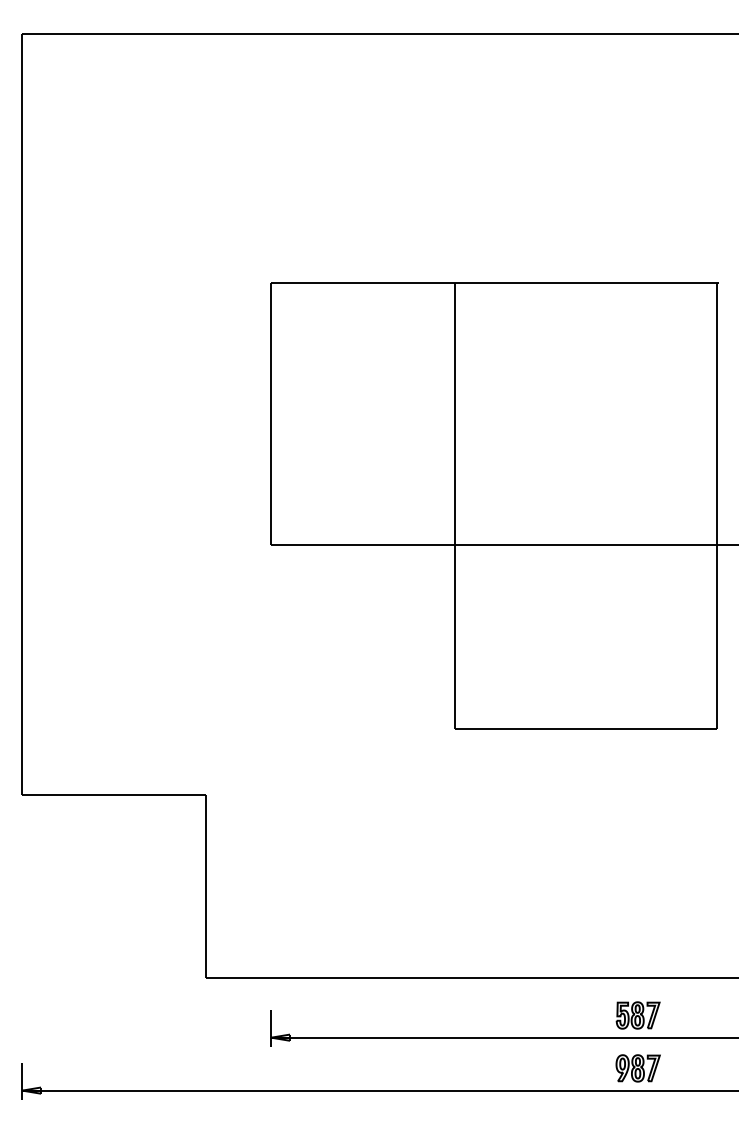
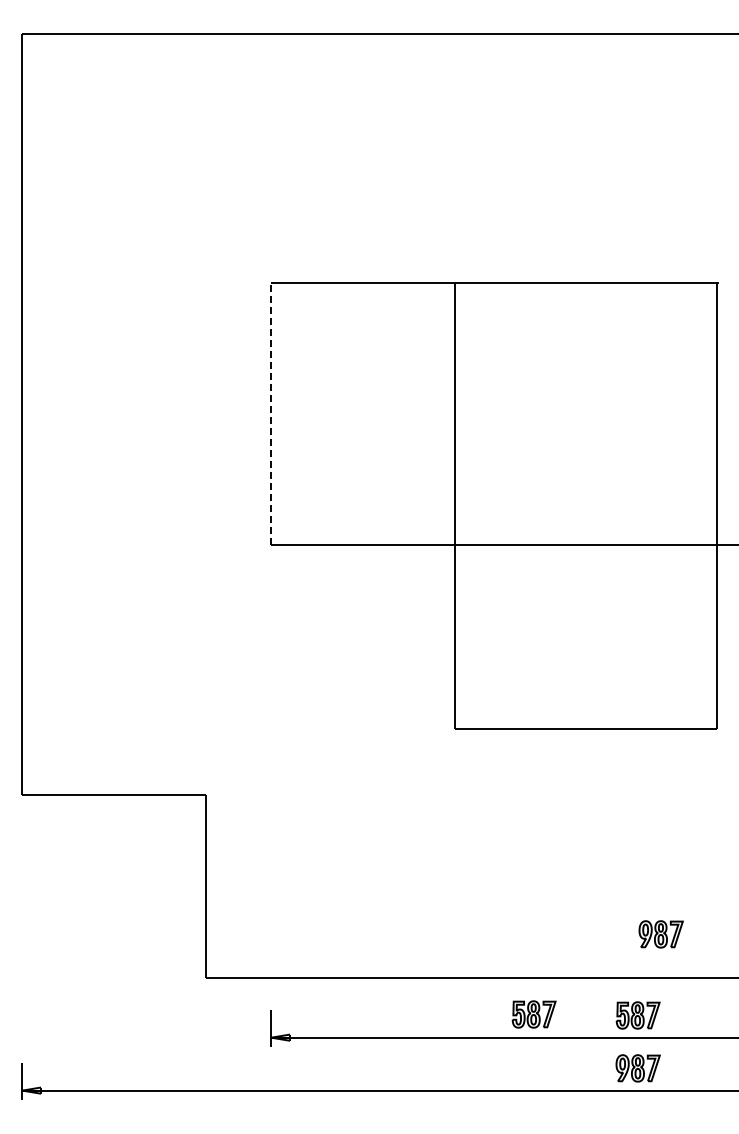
line at (271, 414): solid -> dashed
part at (660, 934): none -> present
part at (533, 1014): none -> present
